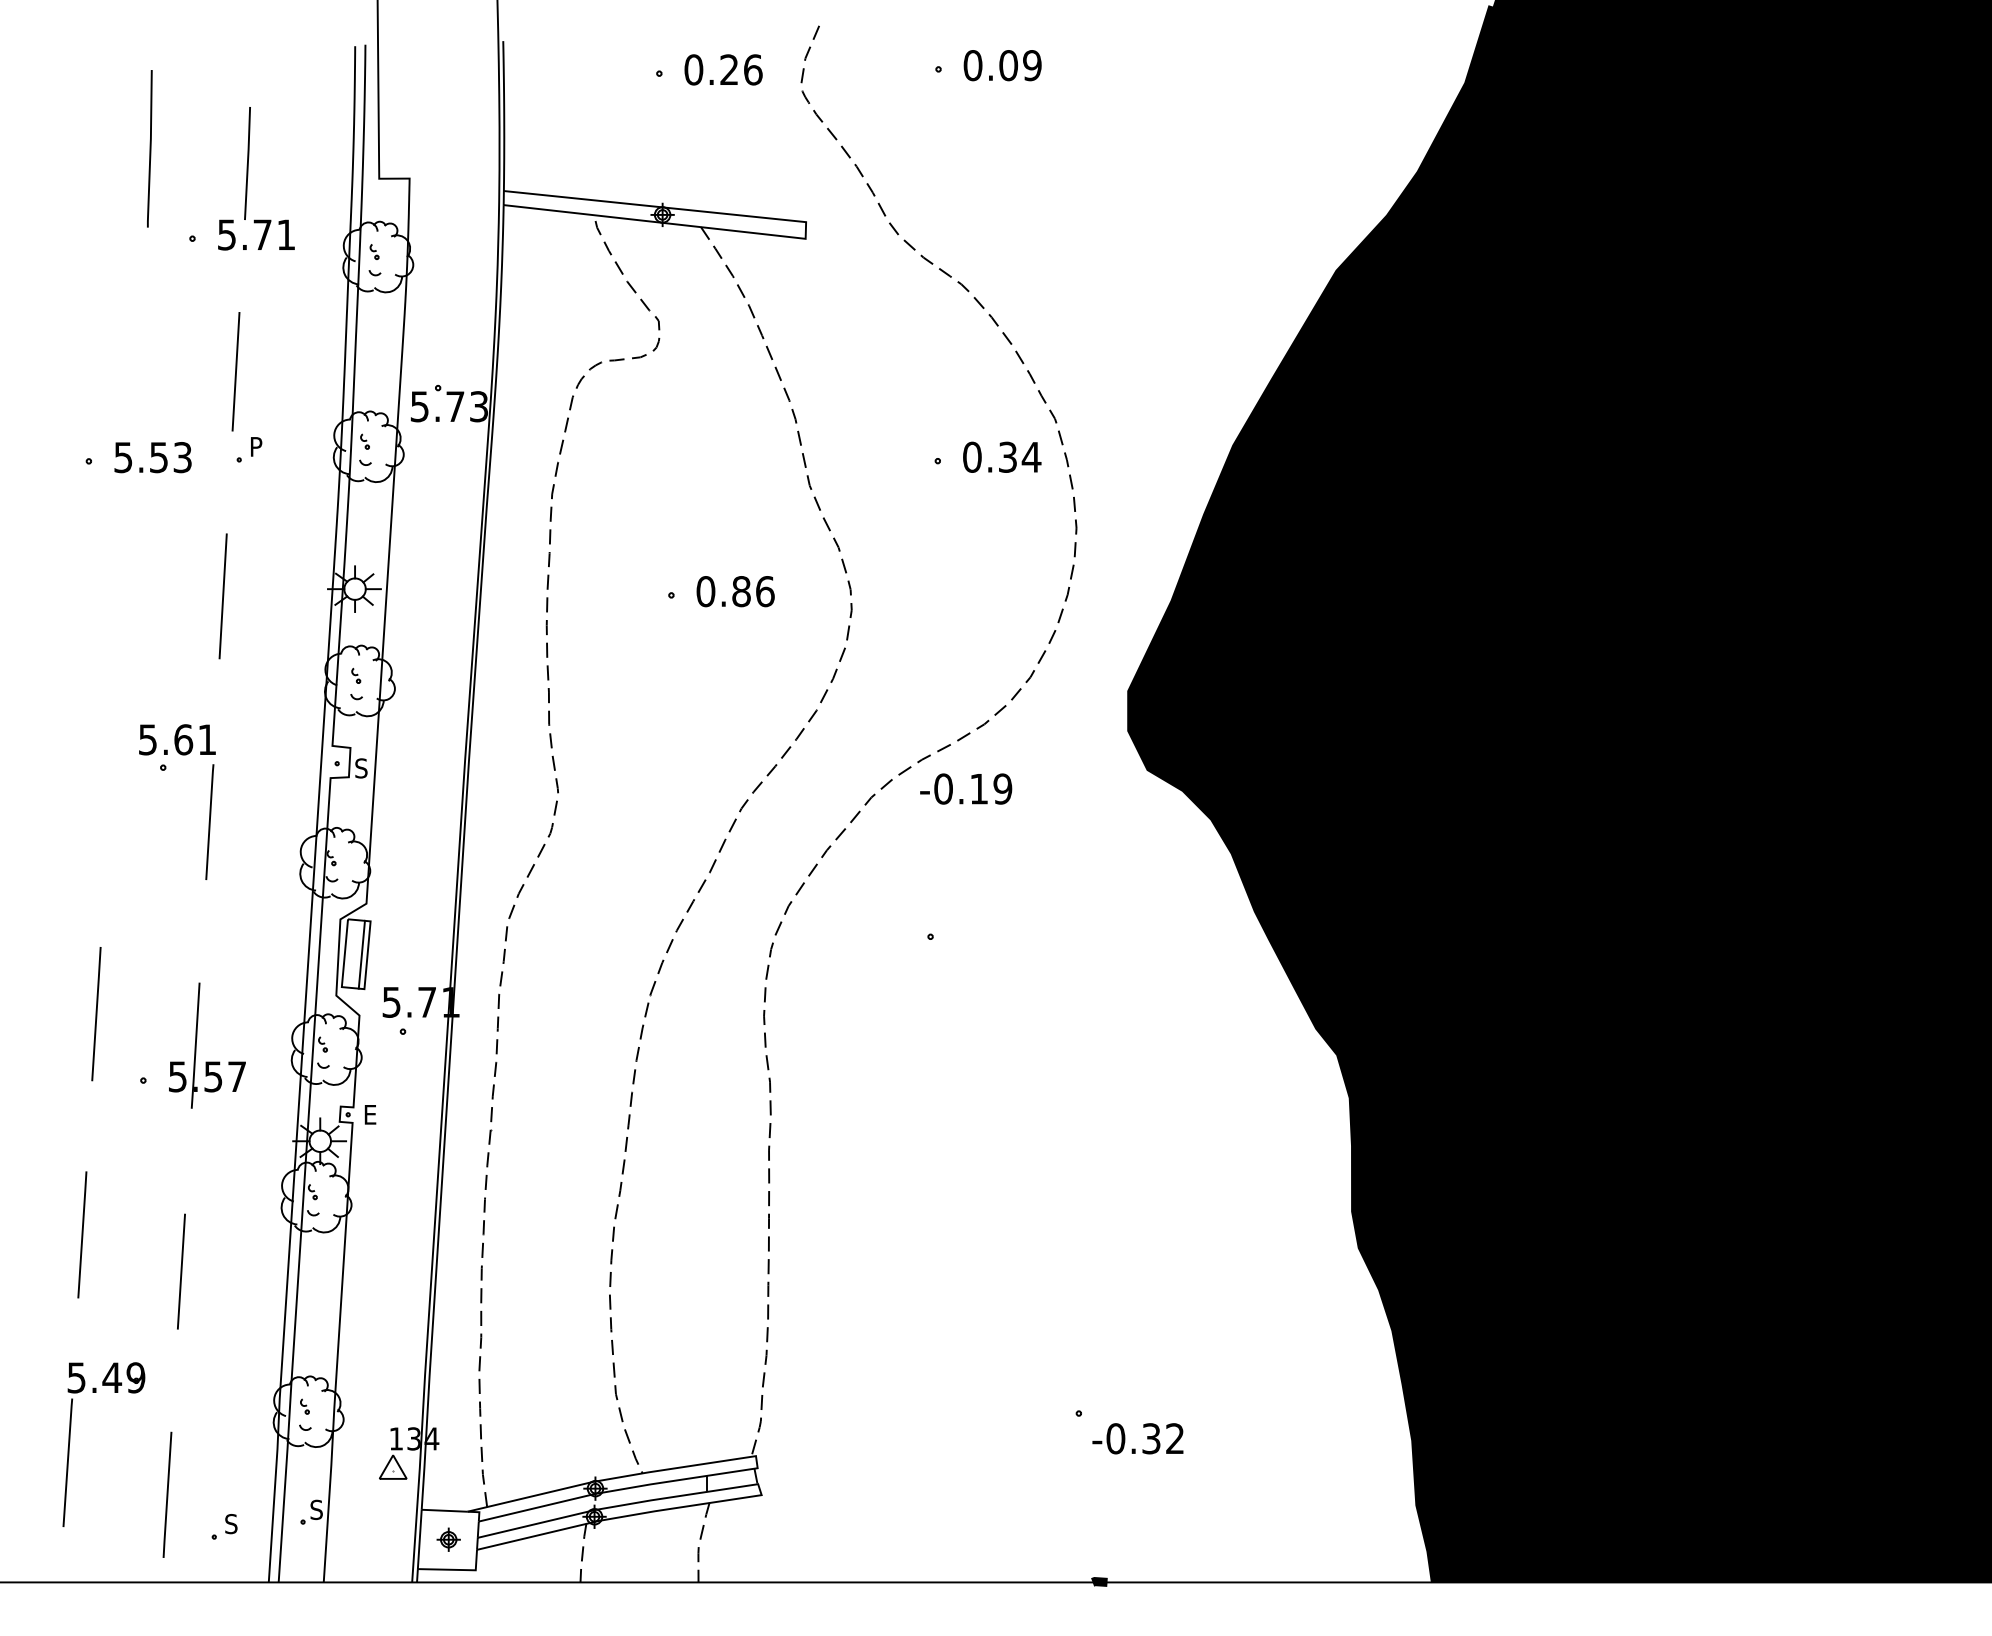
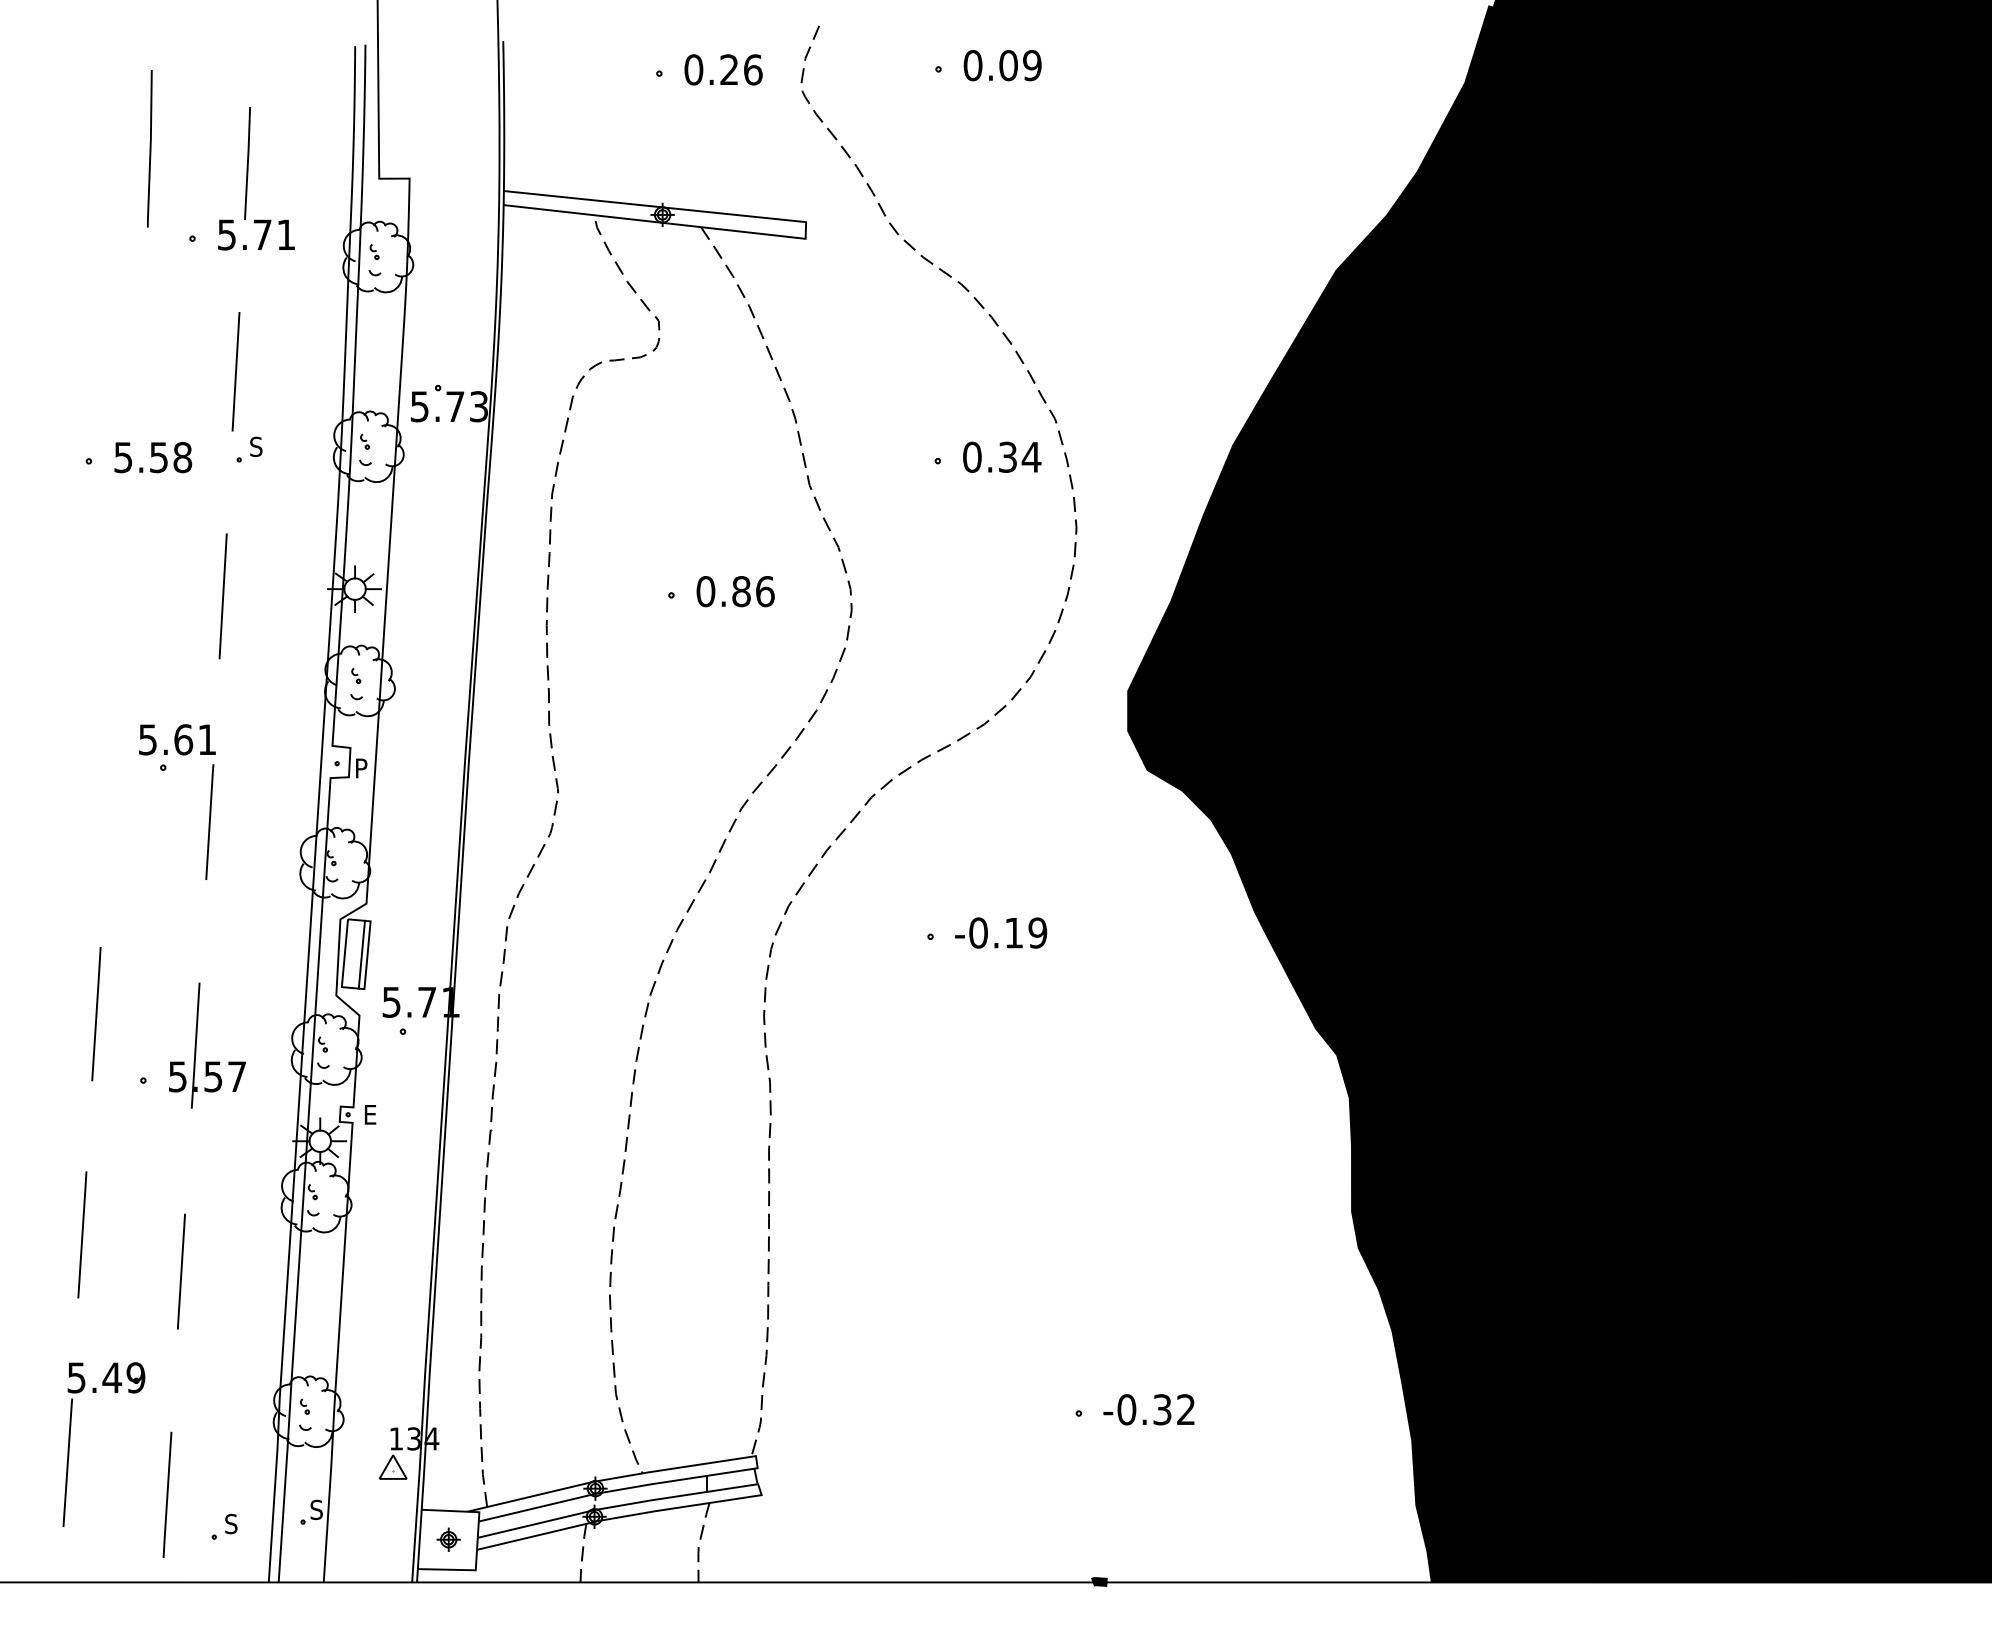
text at (256, 446): P -> S
text at (182, 457): 5.53 -> 5.58
text at (361, 768): S -> P
text at (966, 788) position: (966, 788) -> (1001, 932)
text at (1137, 1438) position: (1137, 1438) -> (1148, 1409)
